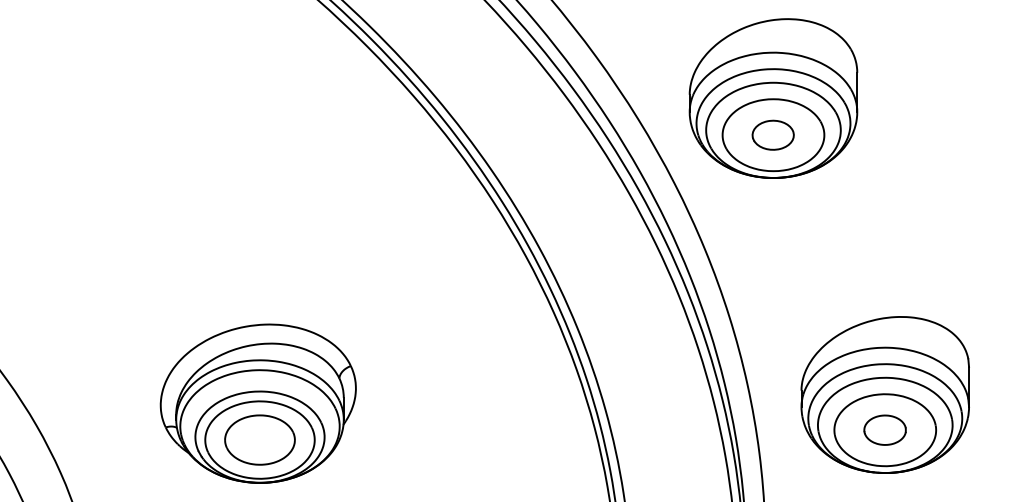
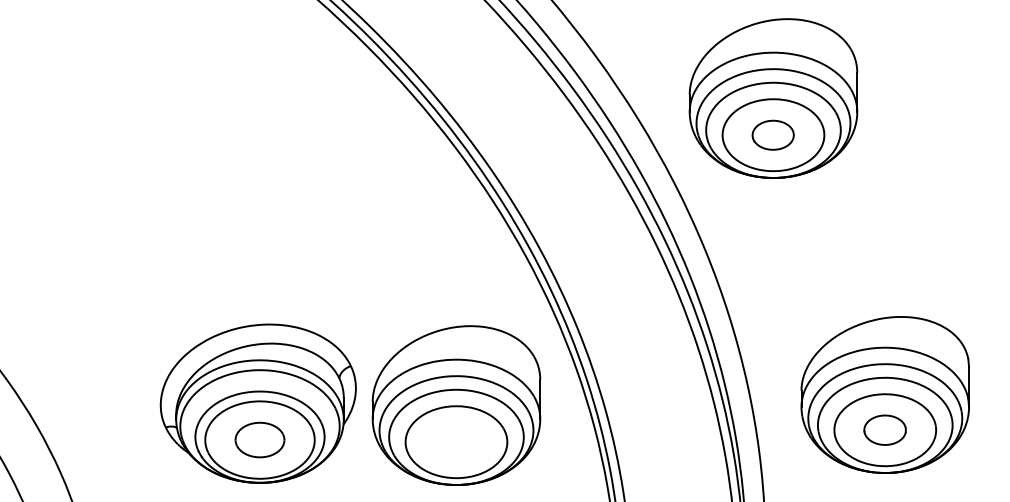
part at (456, 405): none -> present
part at (259, 439) size: 72x52 px -> 52x38 px
